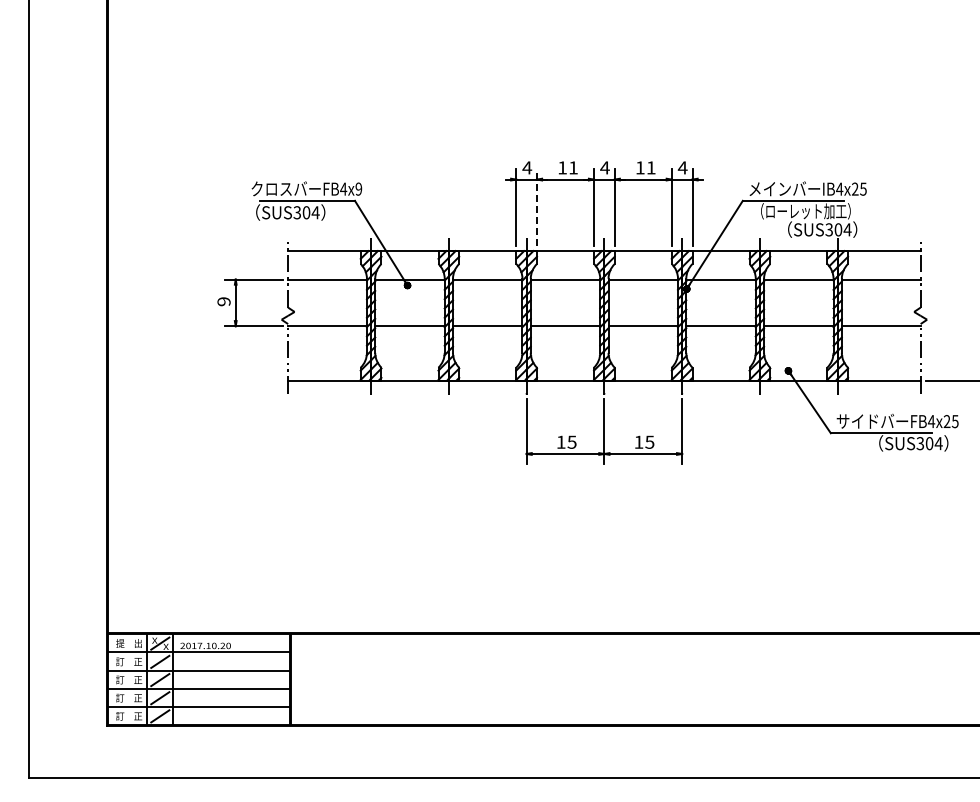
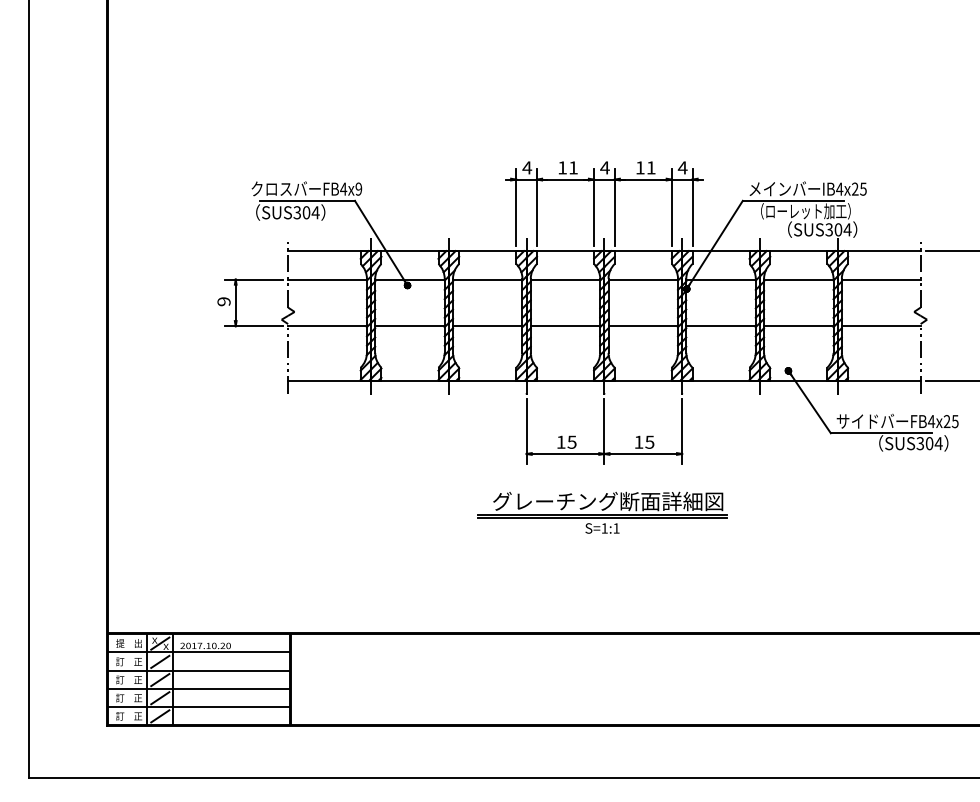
line at (537, 207): dashed -> solid
line at (950, 251): none -> present
part at (602, 512): none -> present
